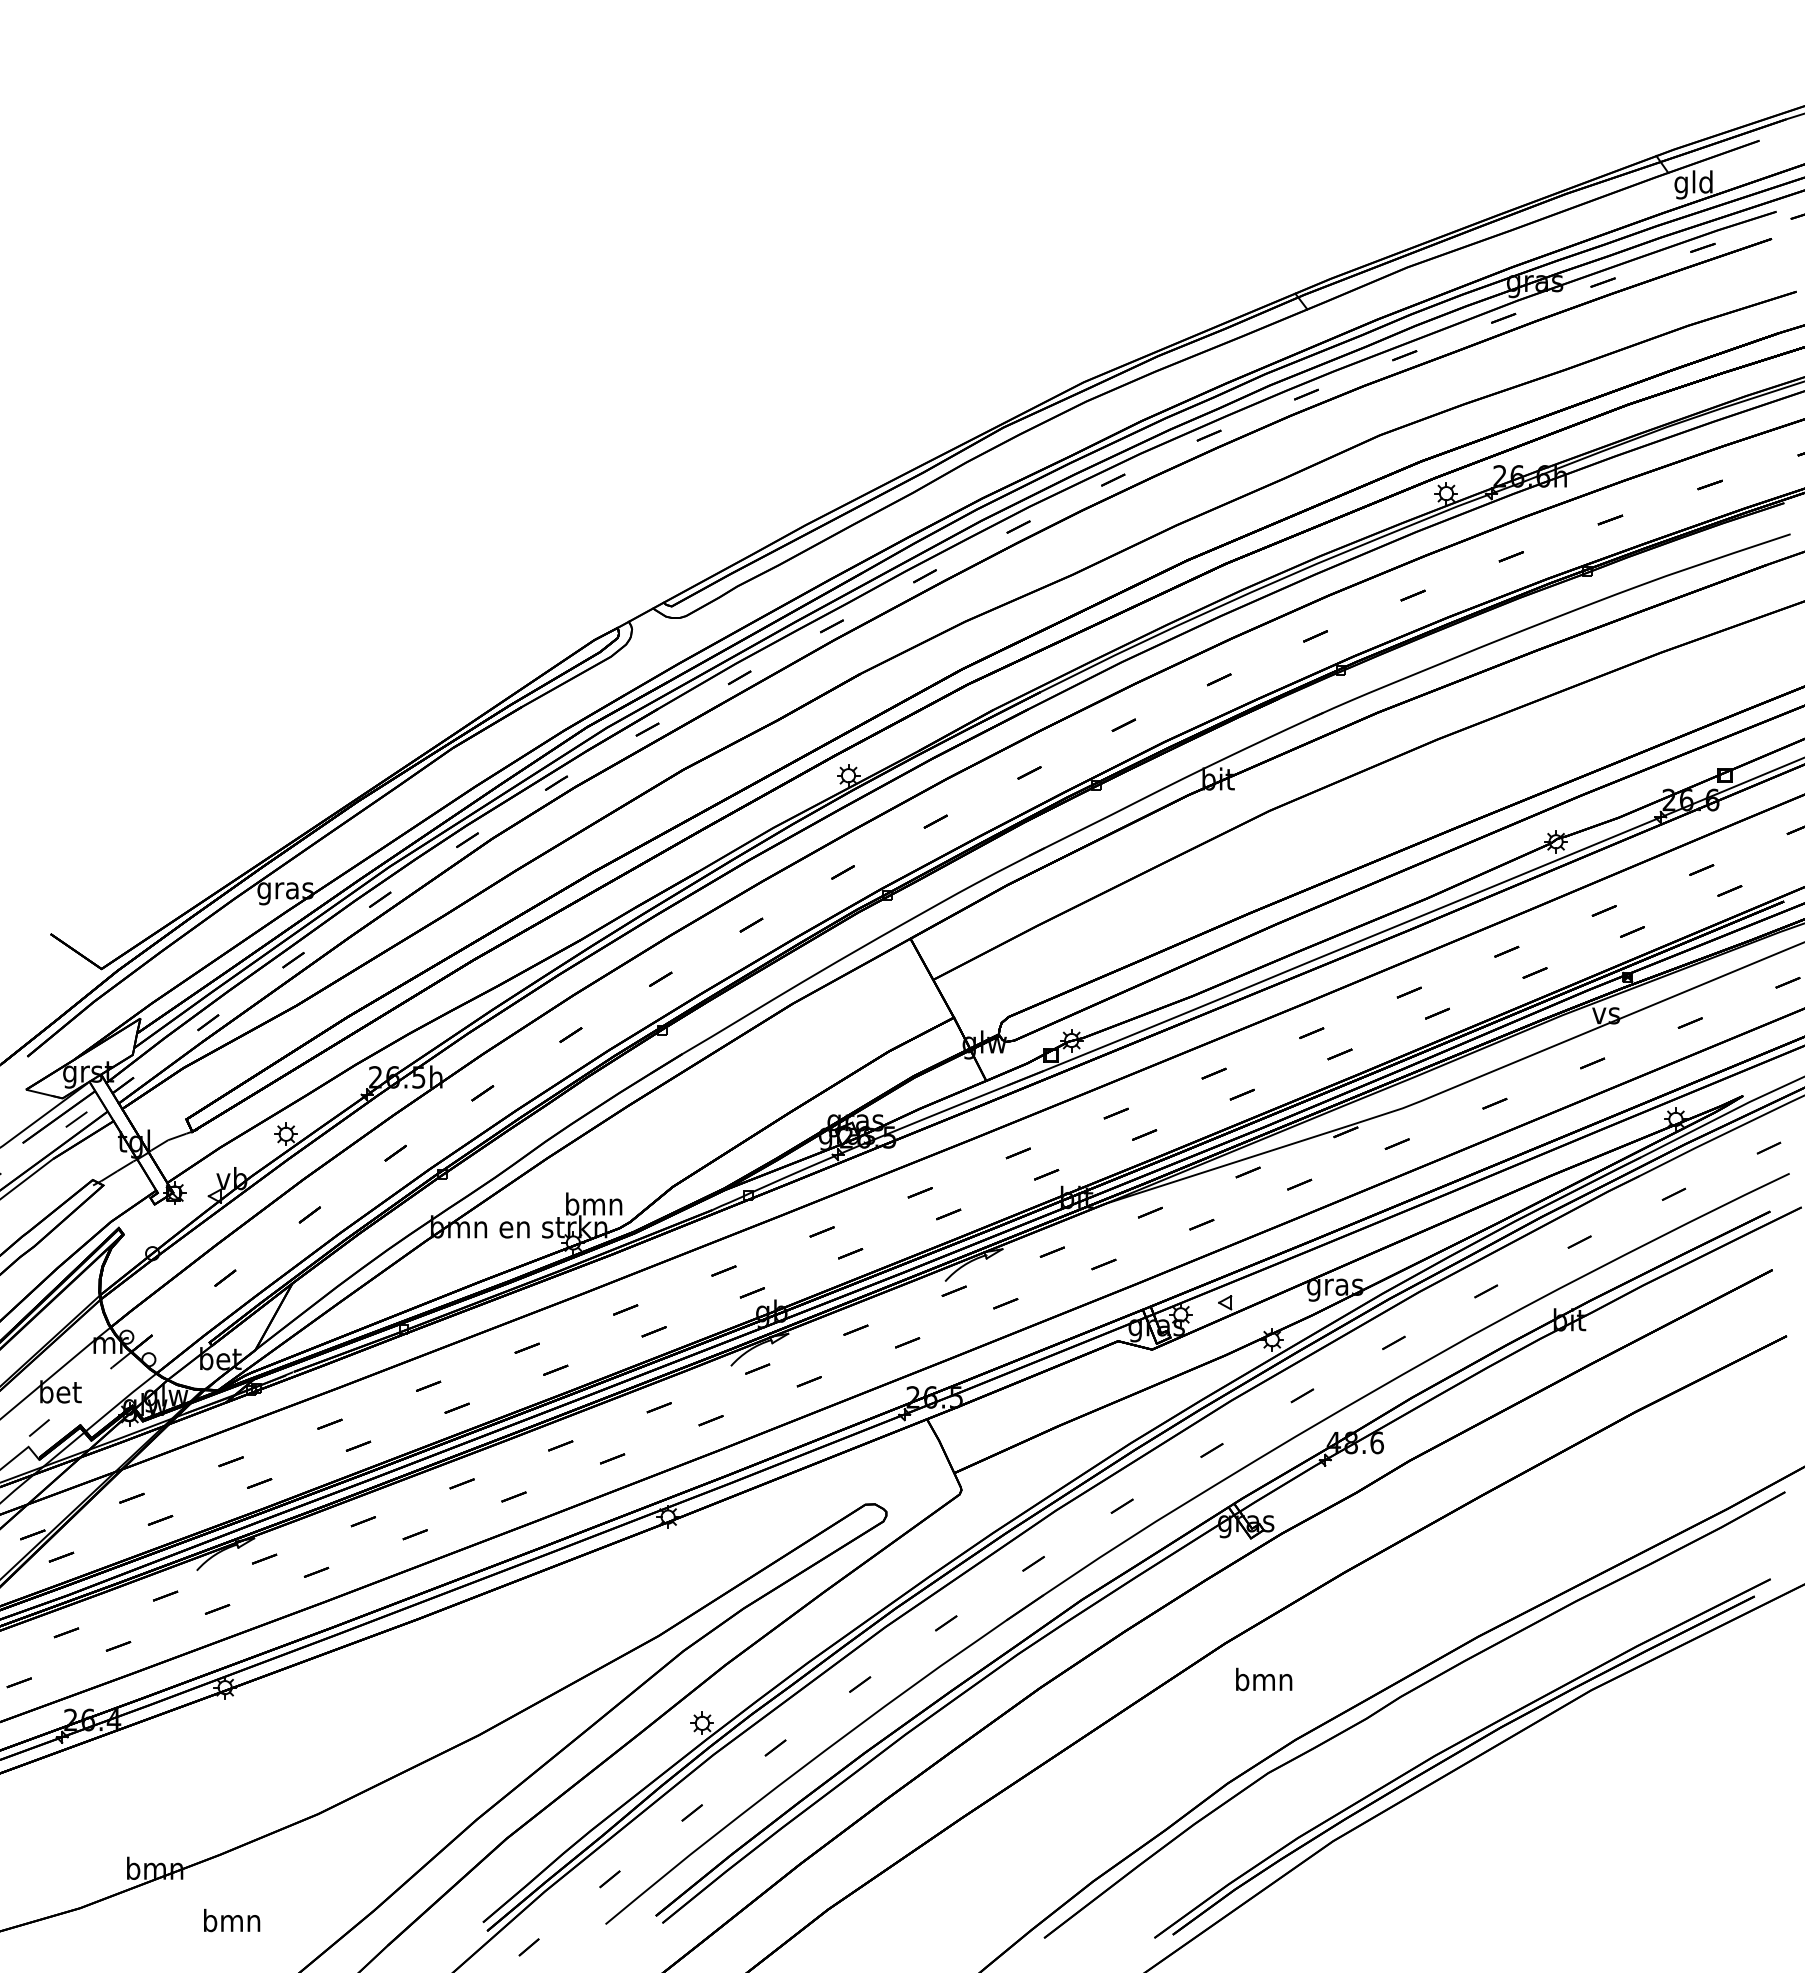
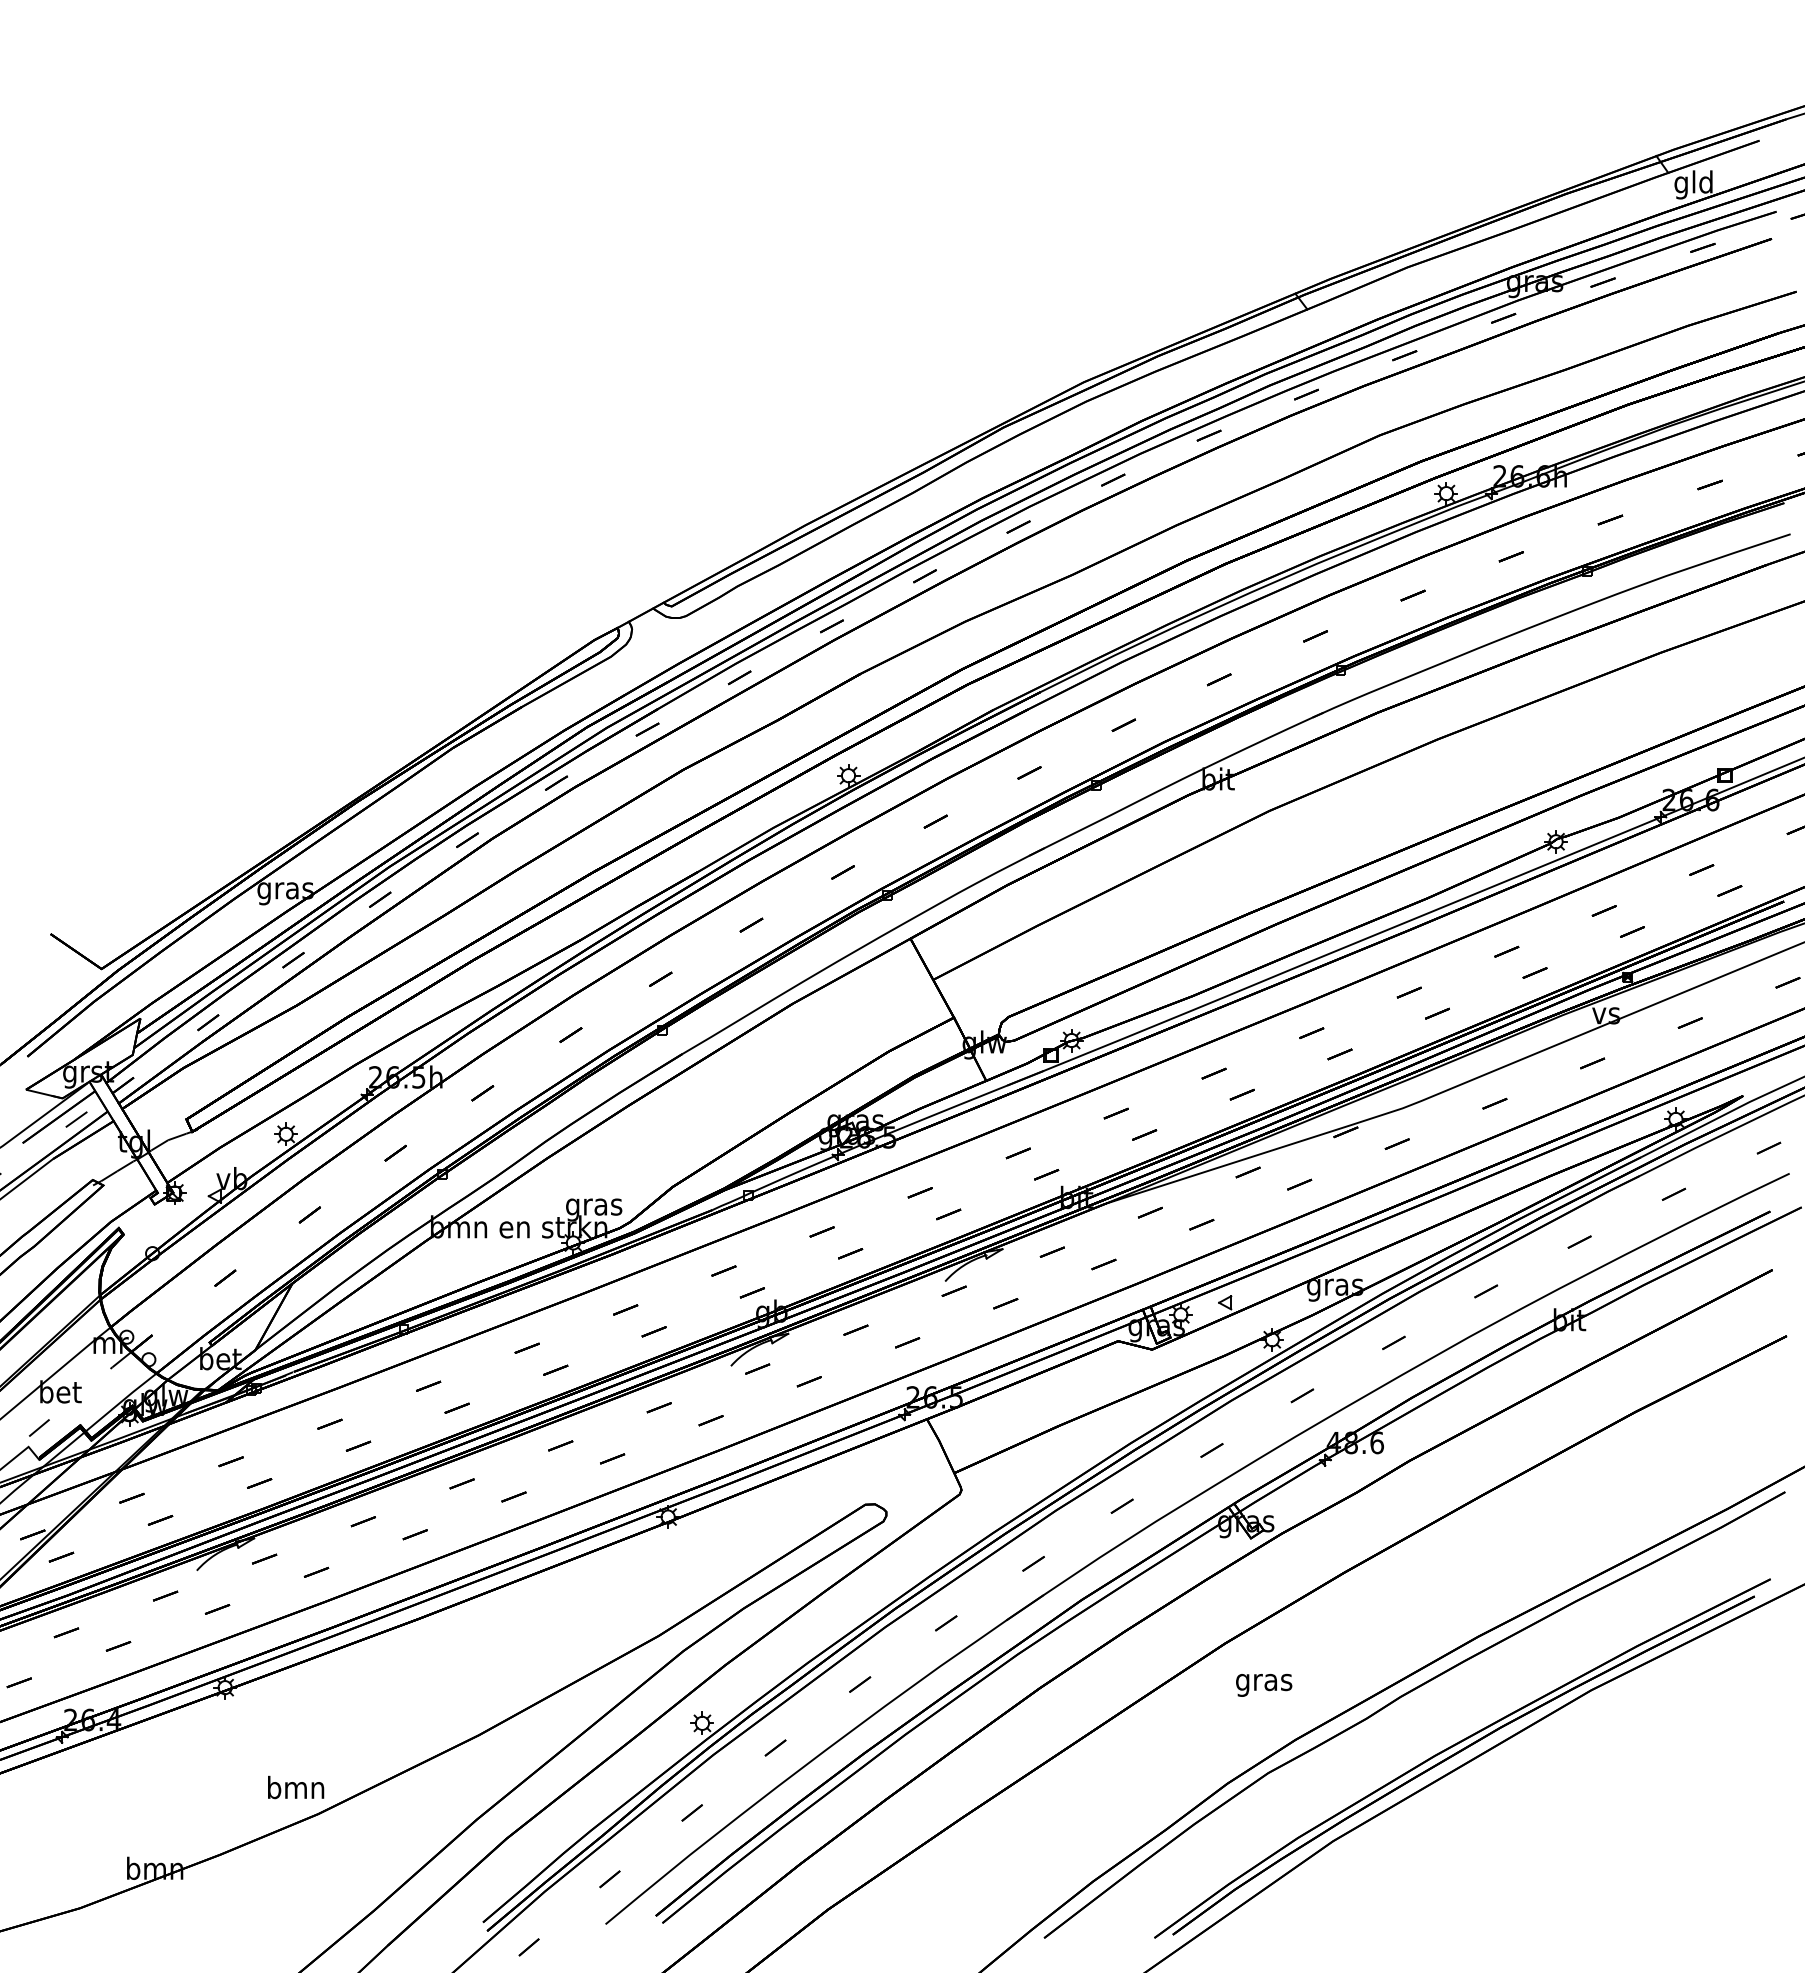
text at (594, 1206): bmn -> gras
text at (1264, 1681): bmn -> gras
text at (232, 1920) position: (232, 1920) -> (296, 1787)
